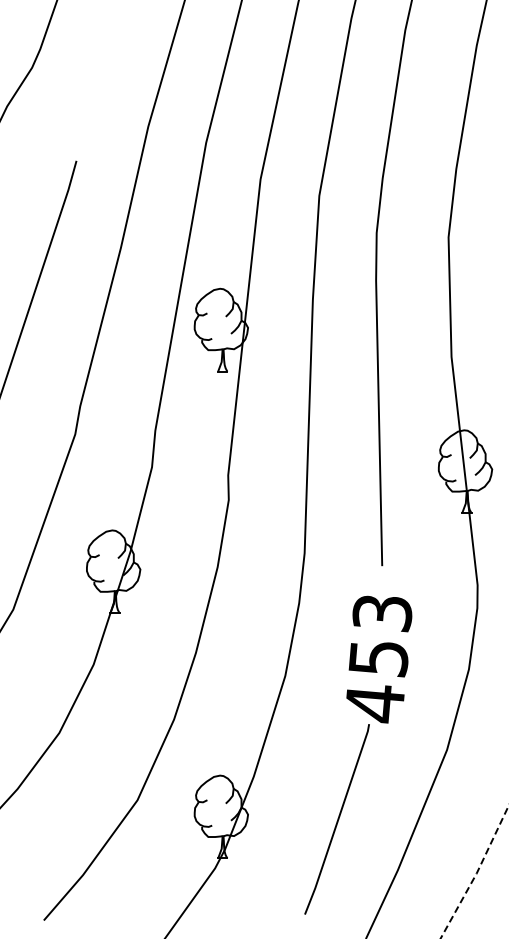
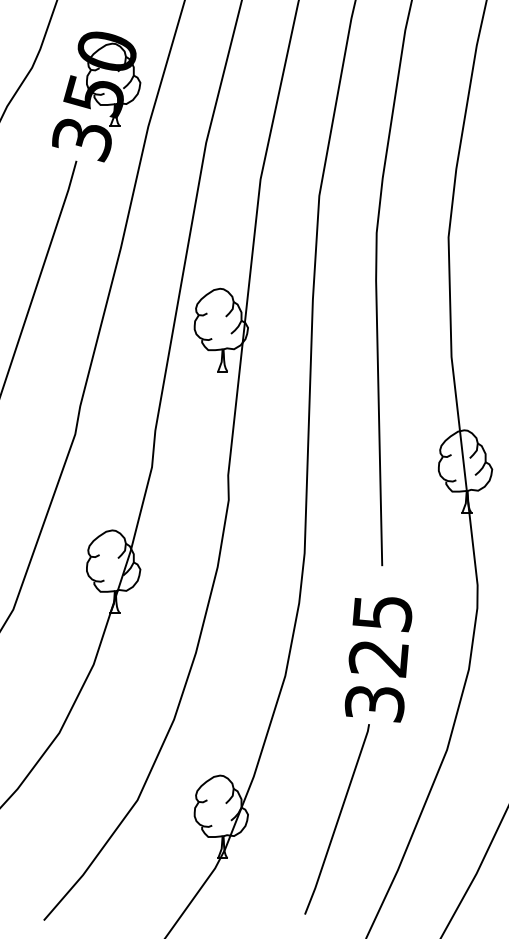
part at (96, 96): none -> present
text at (378, 659): 453 -> 325
line at (476, 873): dashed -> solid
